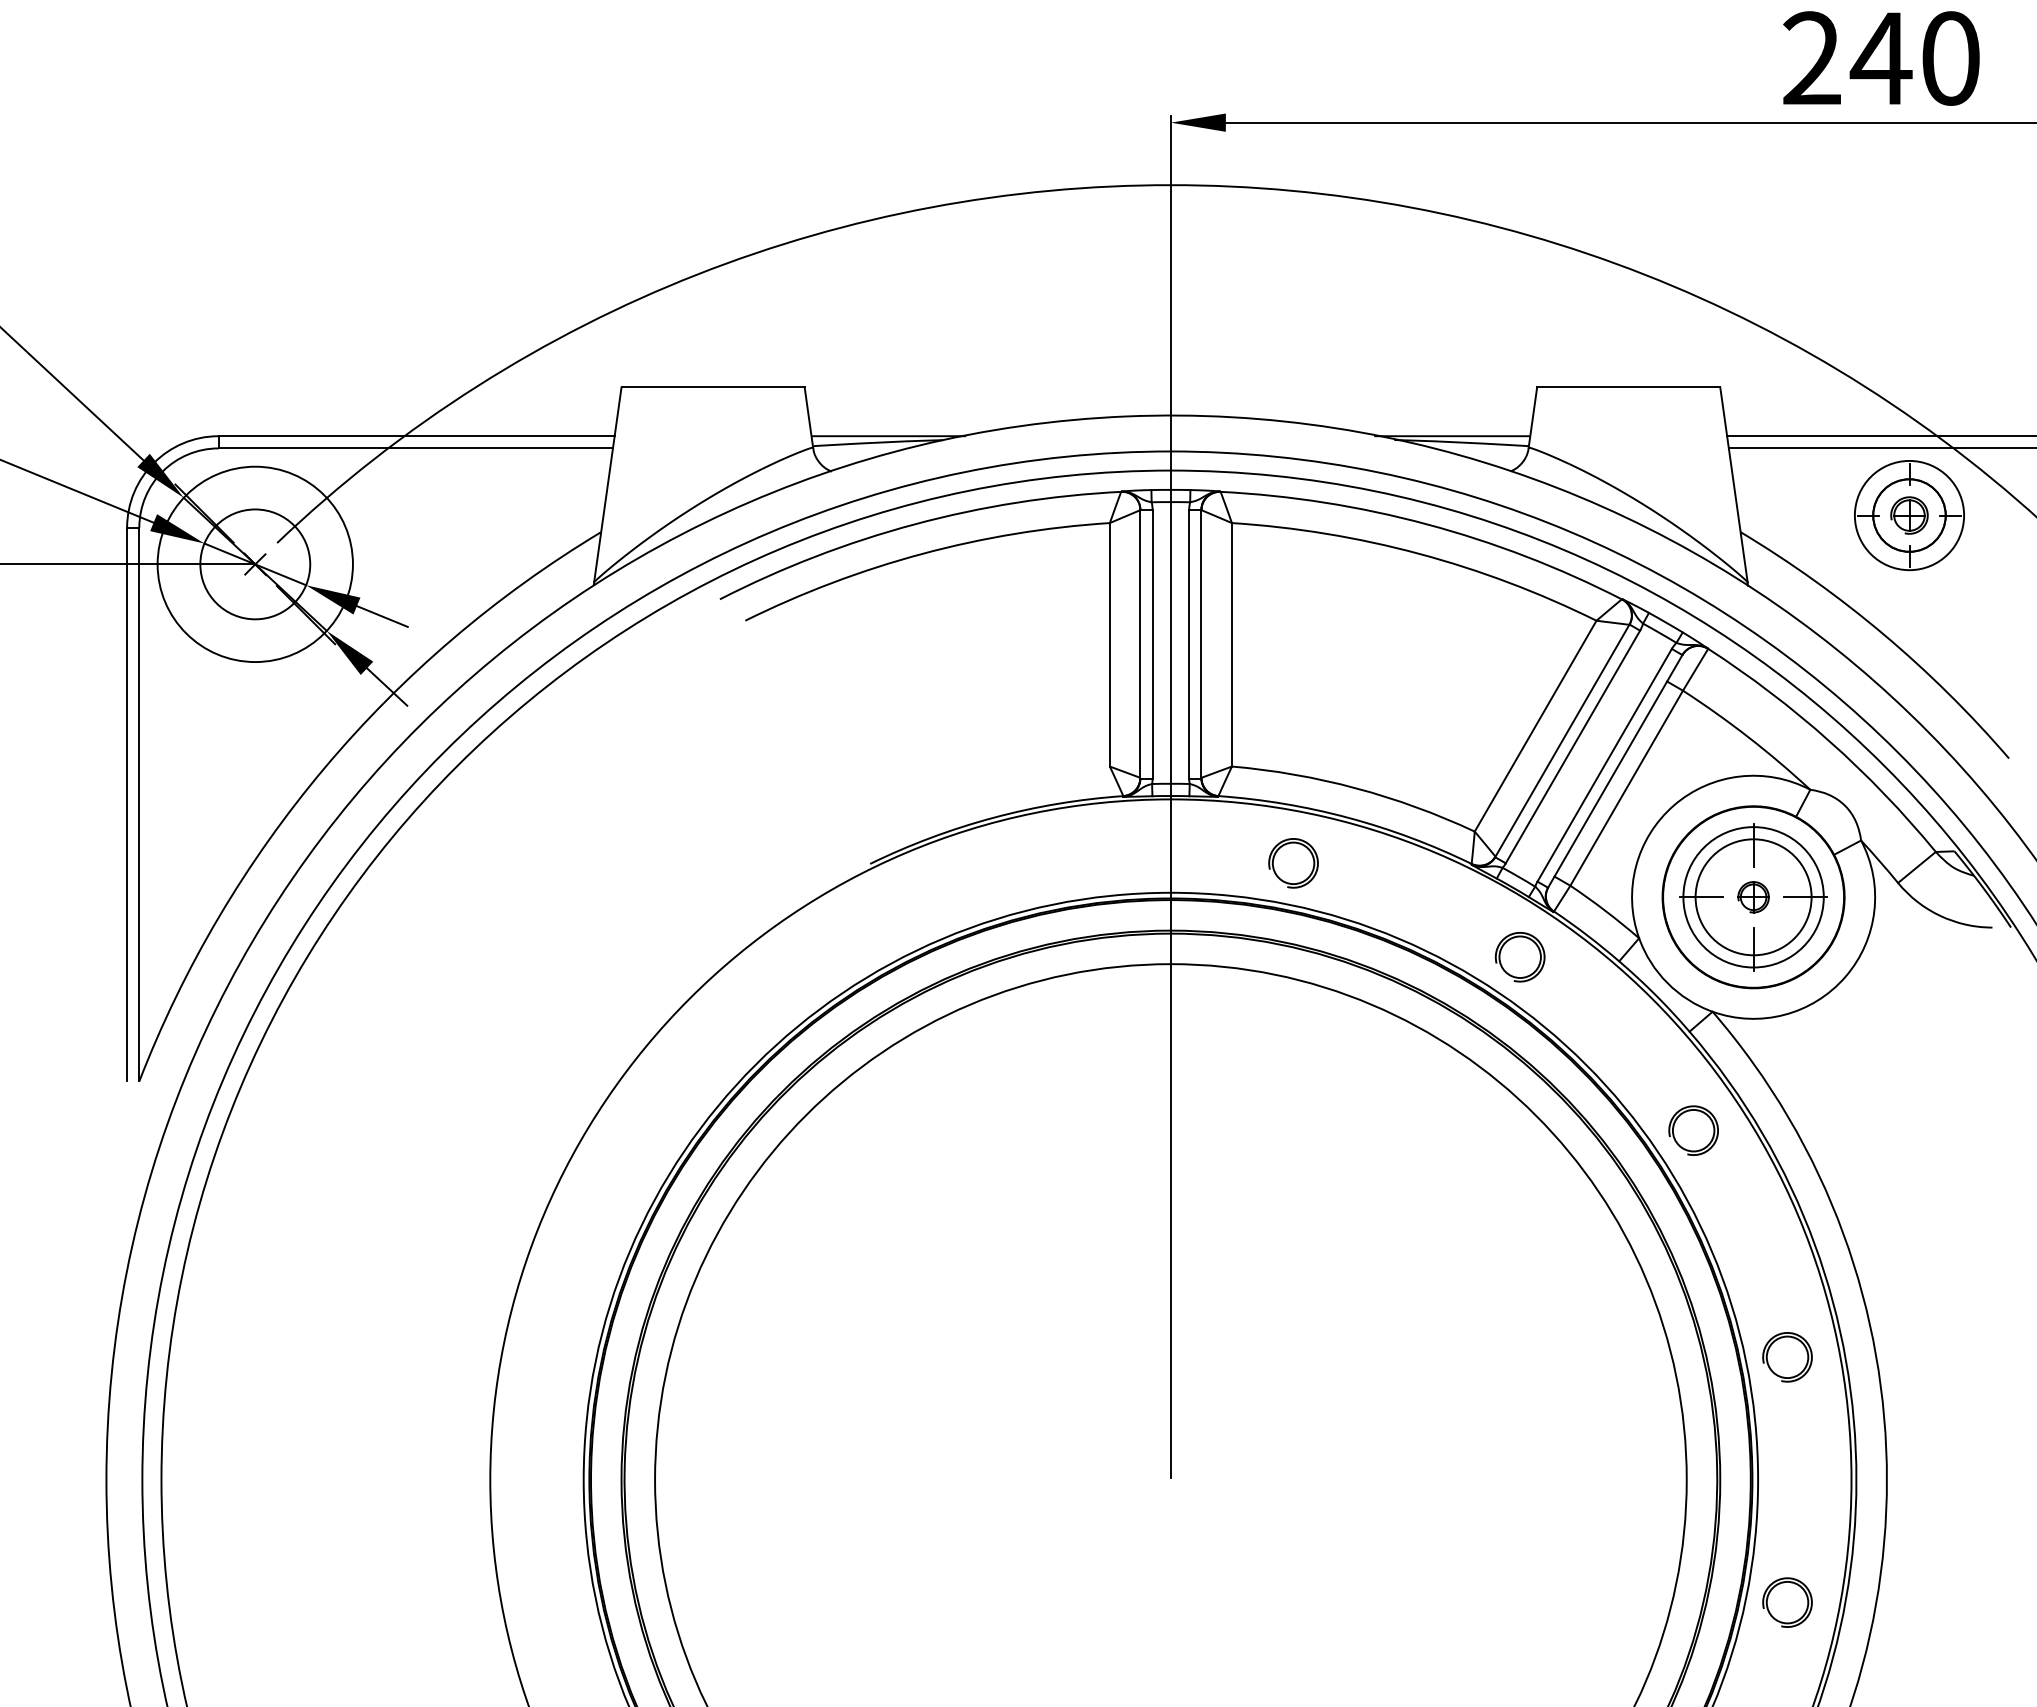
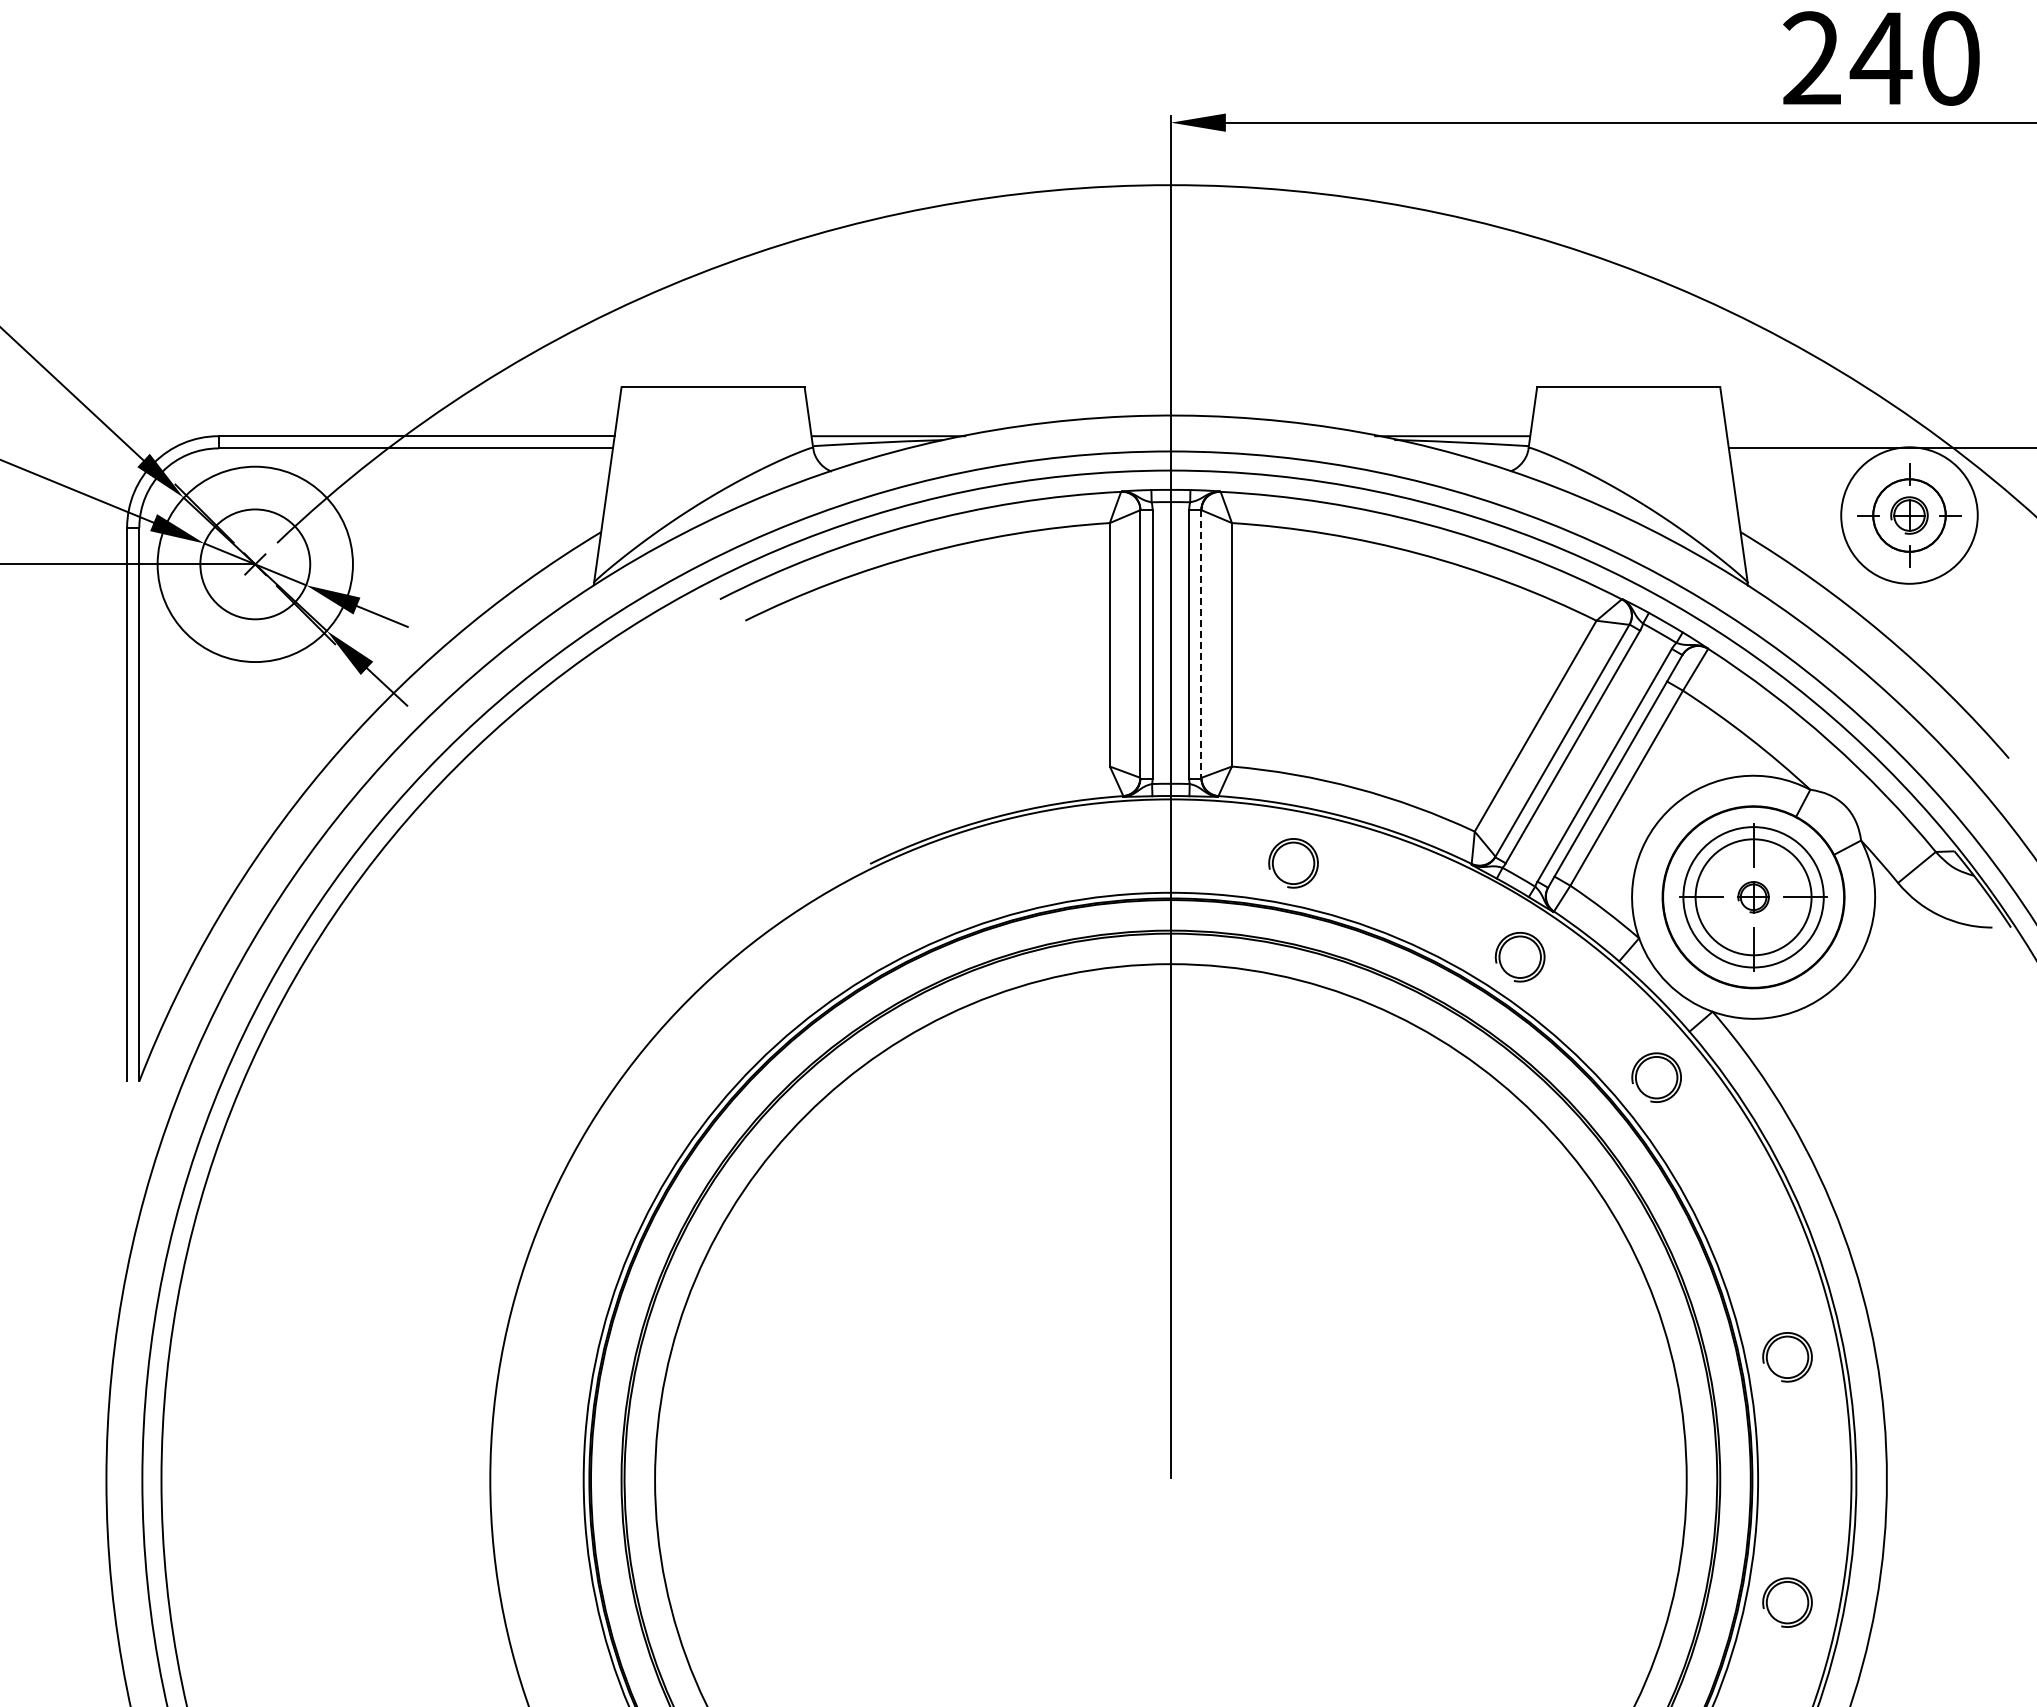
line at (1880, 436): present -> none
circle at (1909, 515) diameter: 109 px -> 137 px
line at (1201, 644): solid -> dashed
part at (1693, 1130) position: (1693, 1130) -> (1656, 1077)
